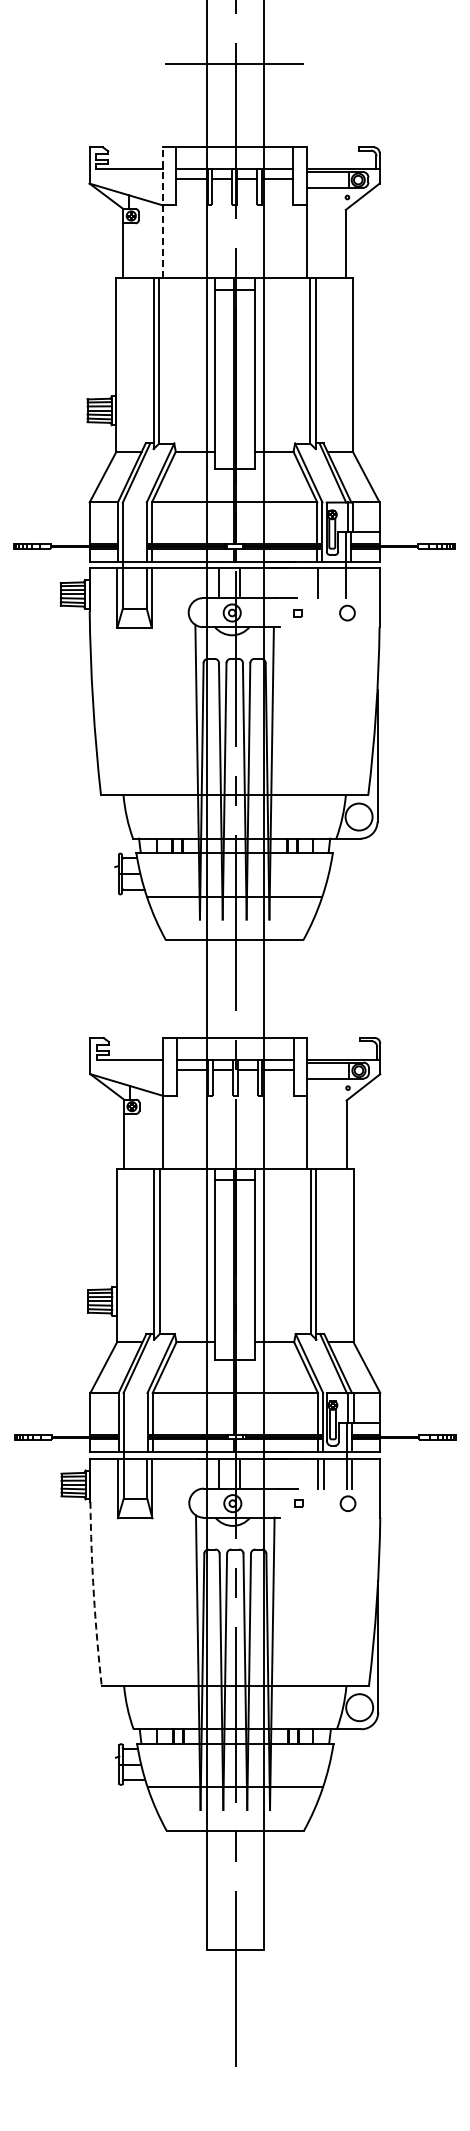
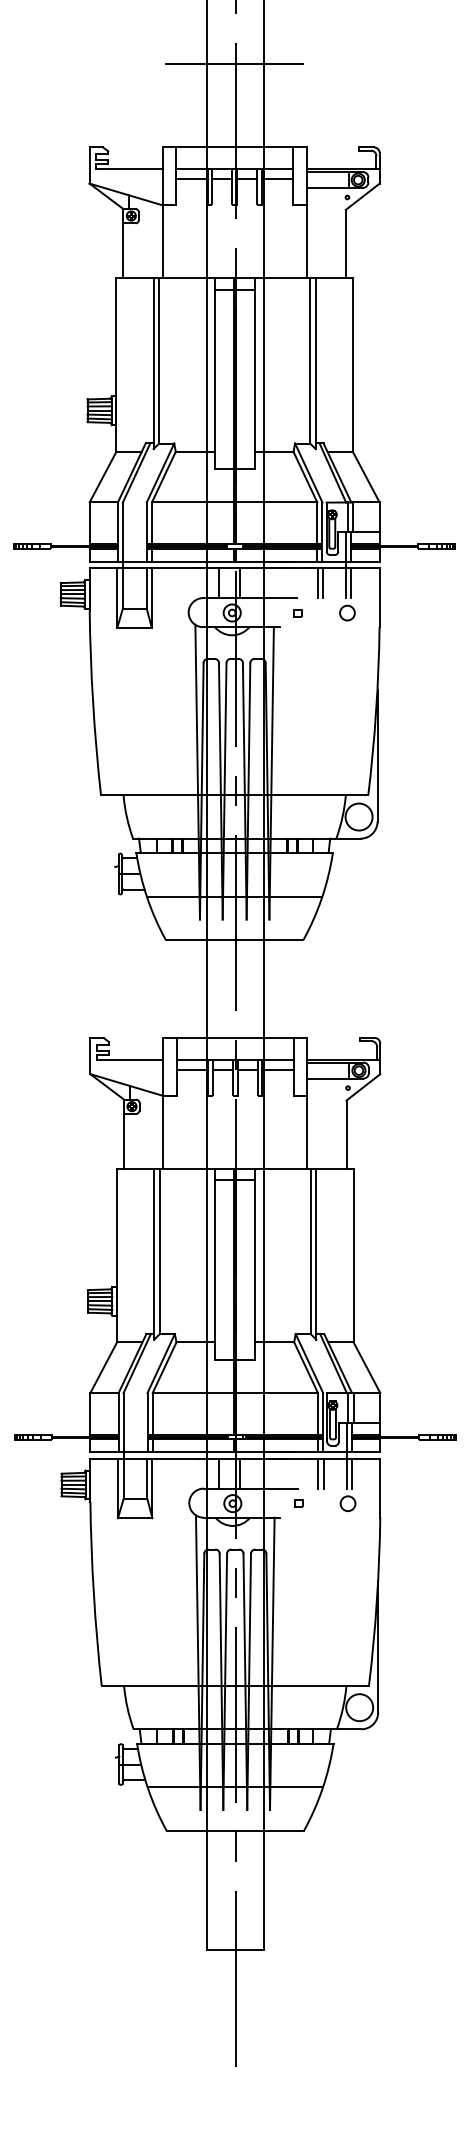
line at (162, 212): dashed -> solid
line at (322, 583): none -> present
line at (350, 583): none -> present
arc at (93, 1593): dashed -> solid
